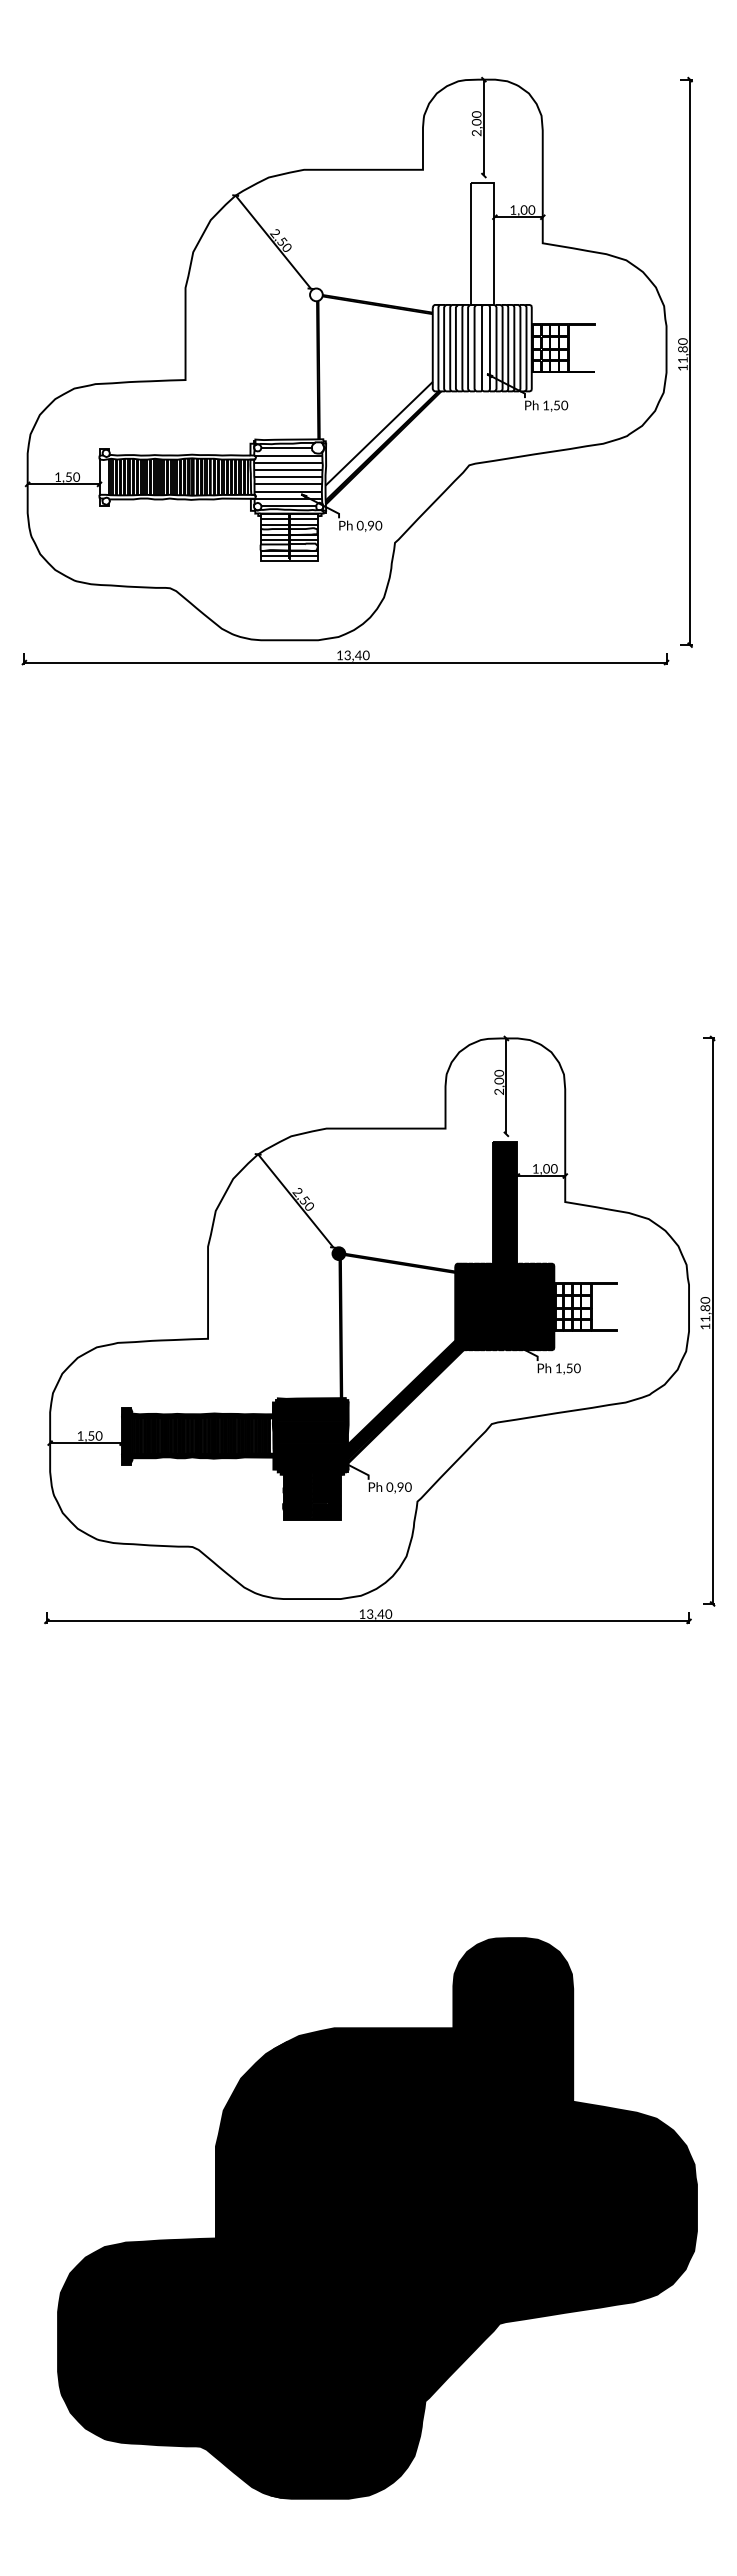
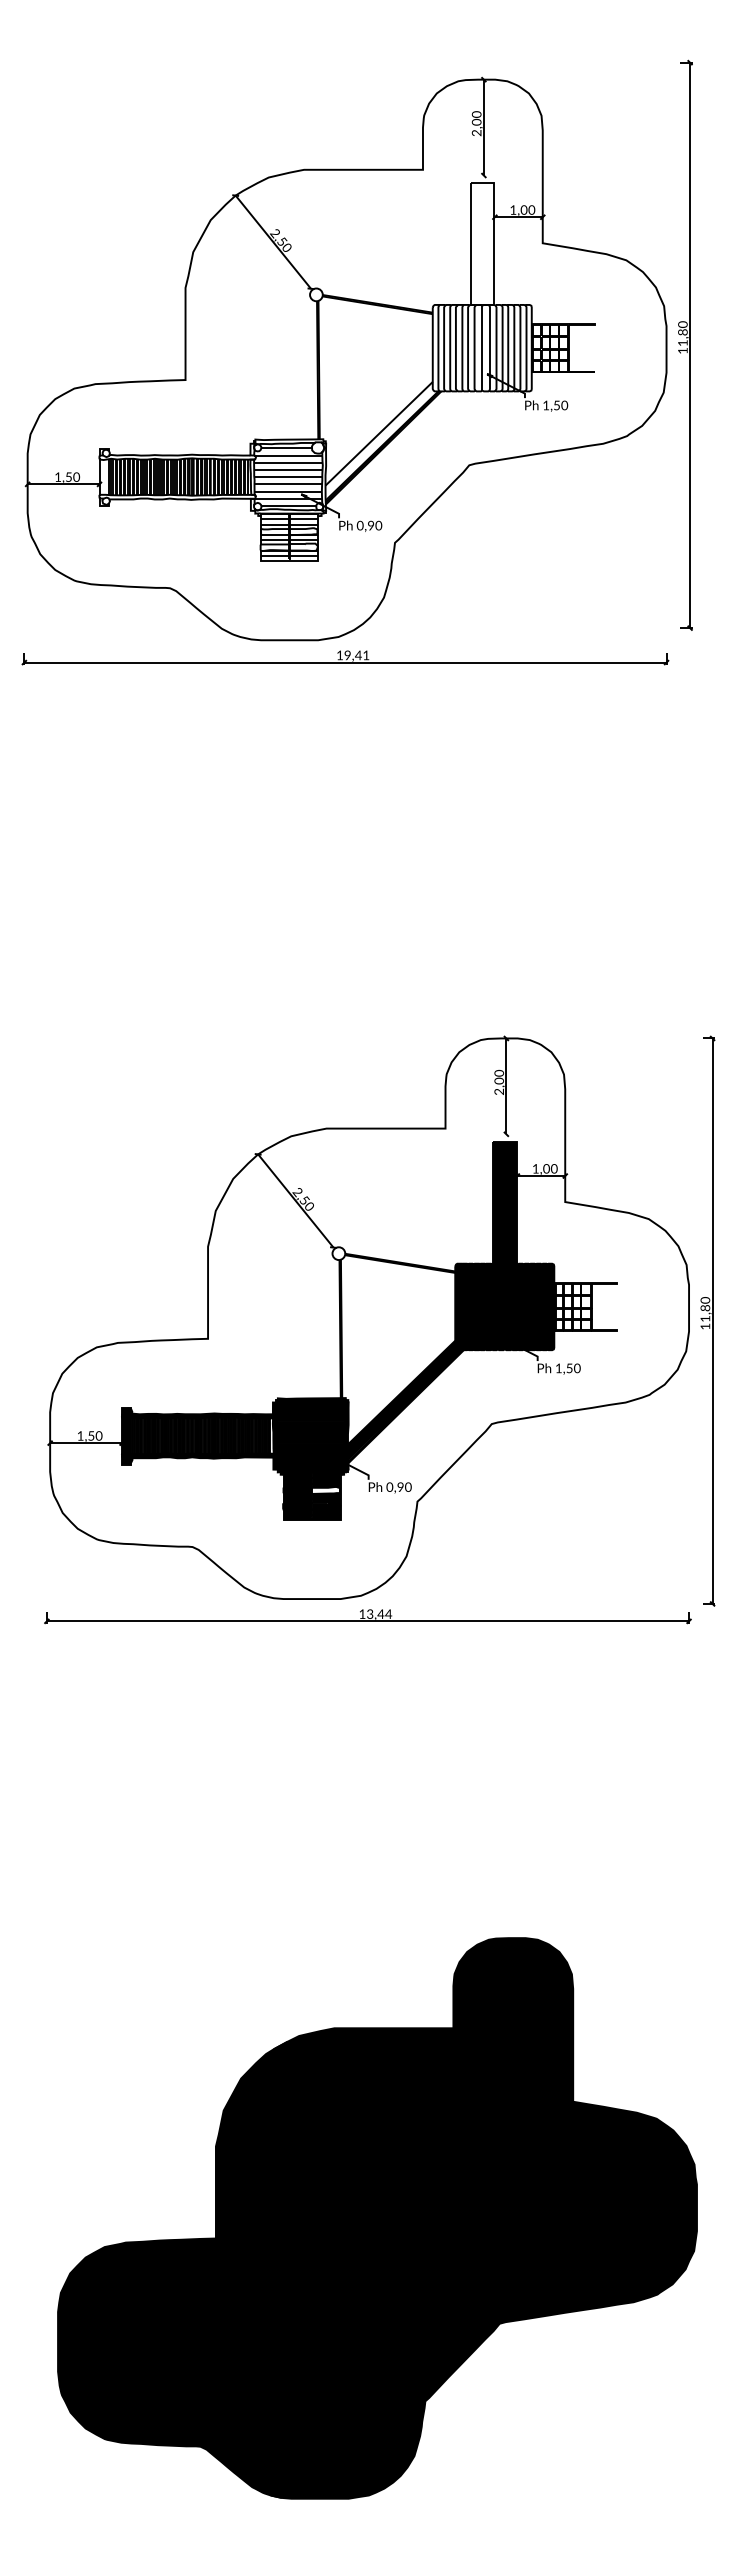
part at (685, 361) position: (685, 361) -> (685, 344)
text at (356, 655): 13,40 -> 19,41
fill at (338, 1253): present -> none
fill at (325, 1490): present -> none
text at (388, 1613): 13,40 -> 13,44
